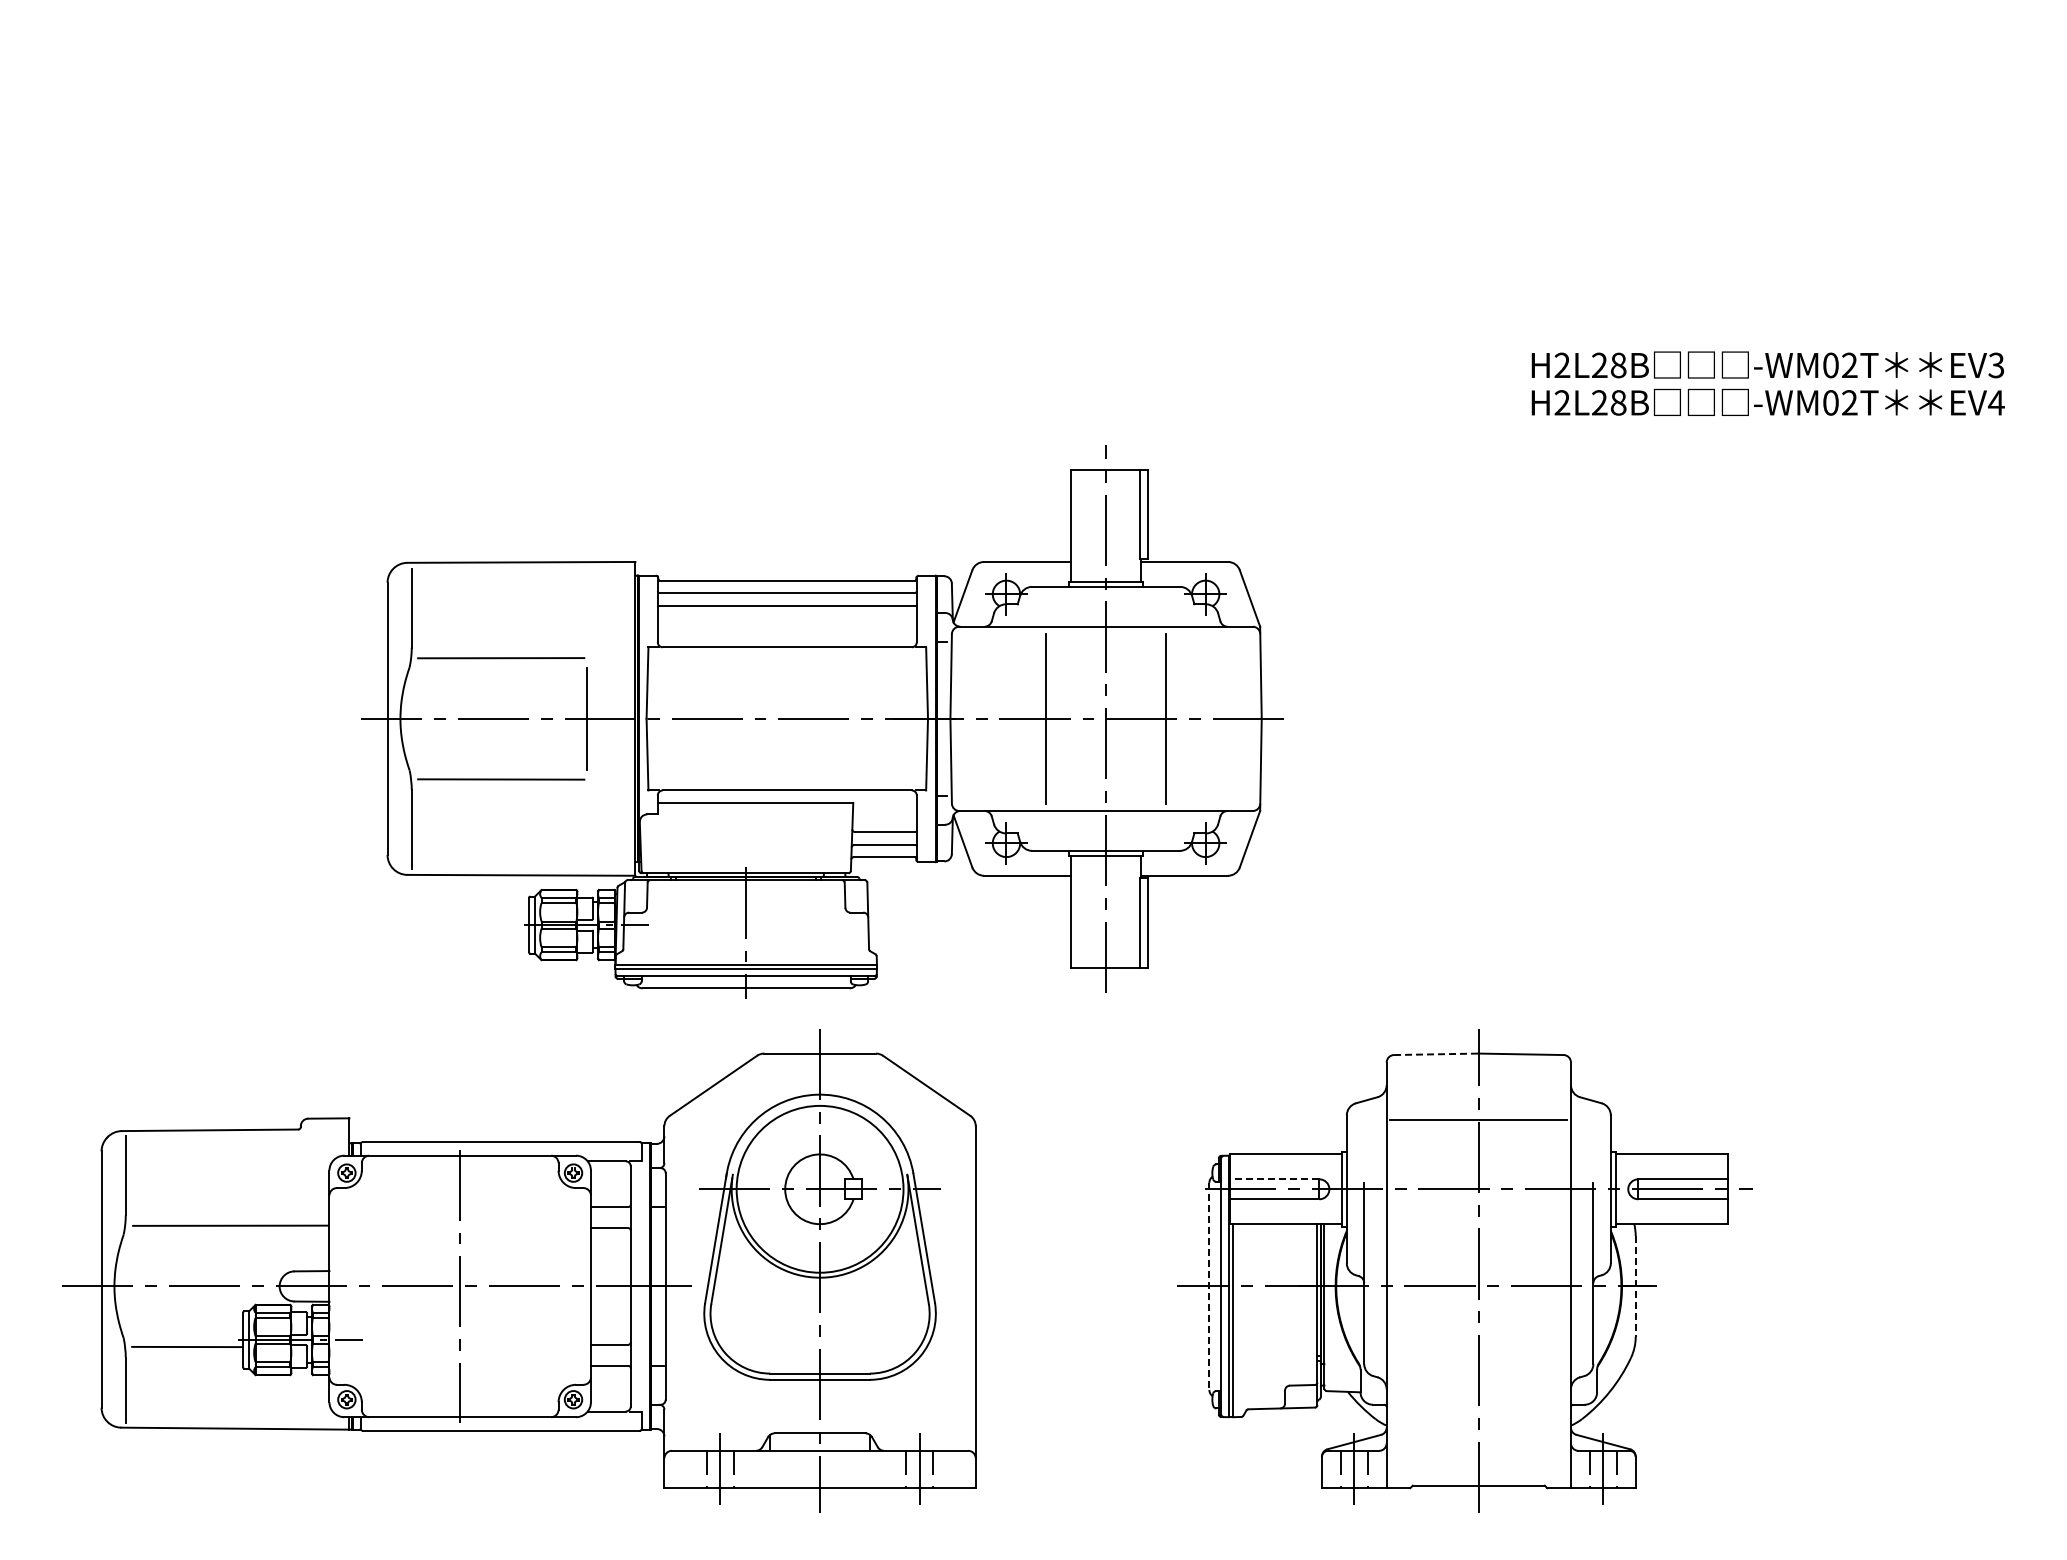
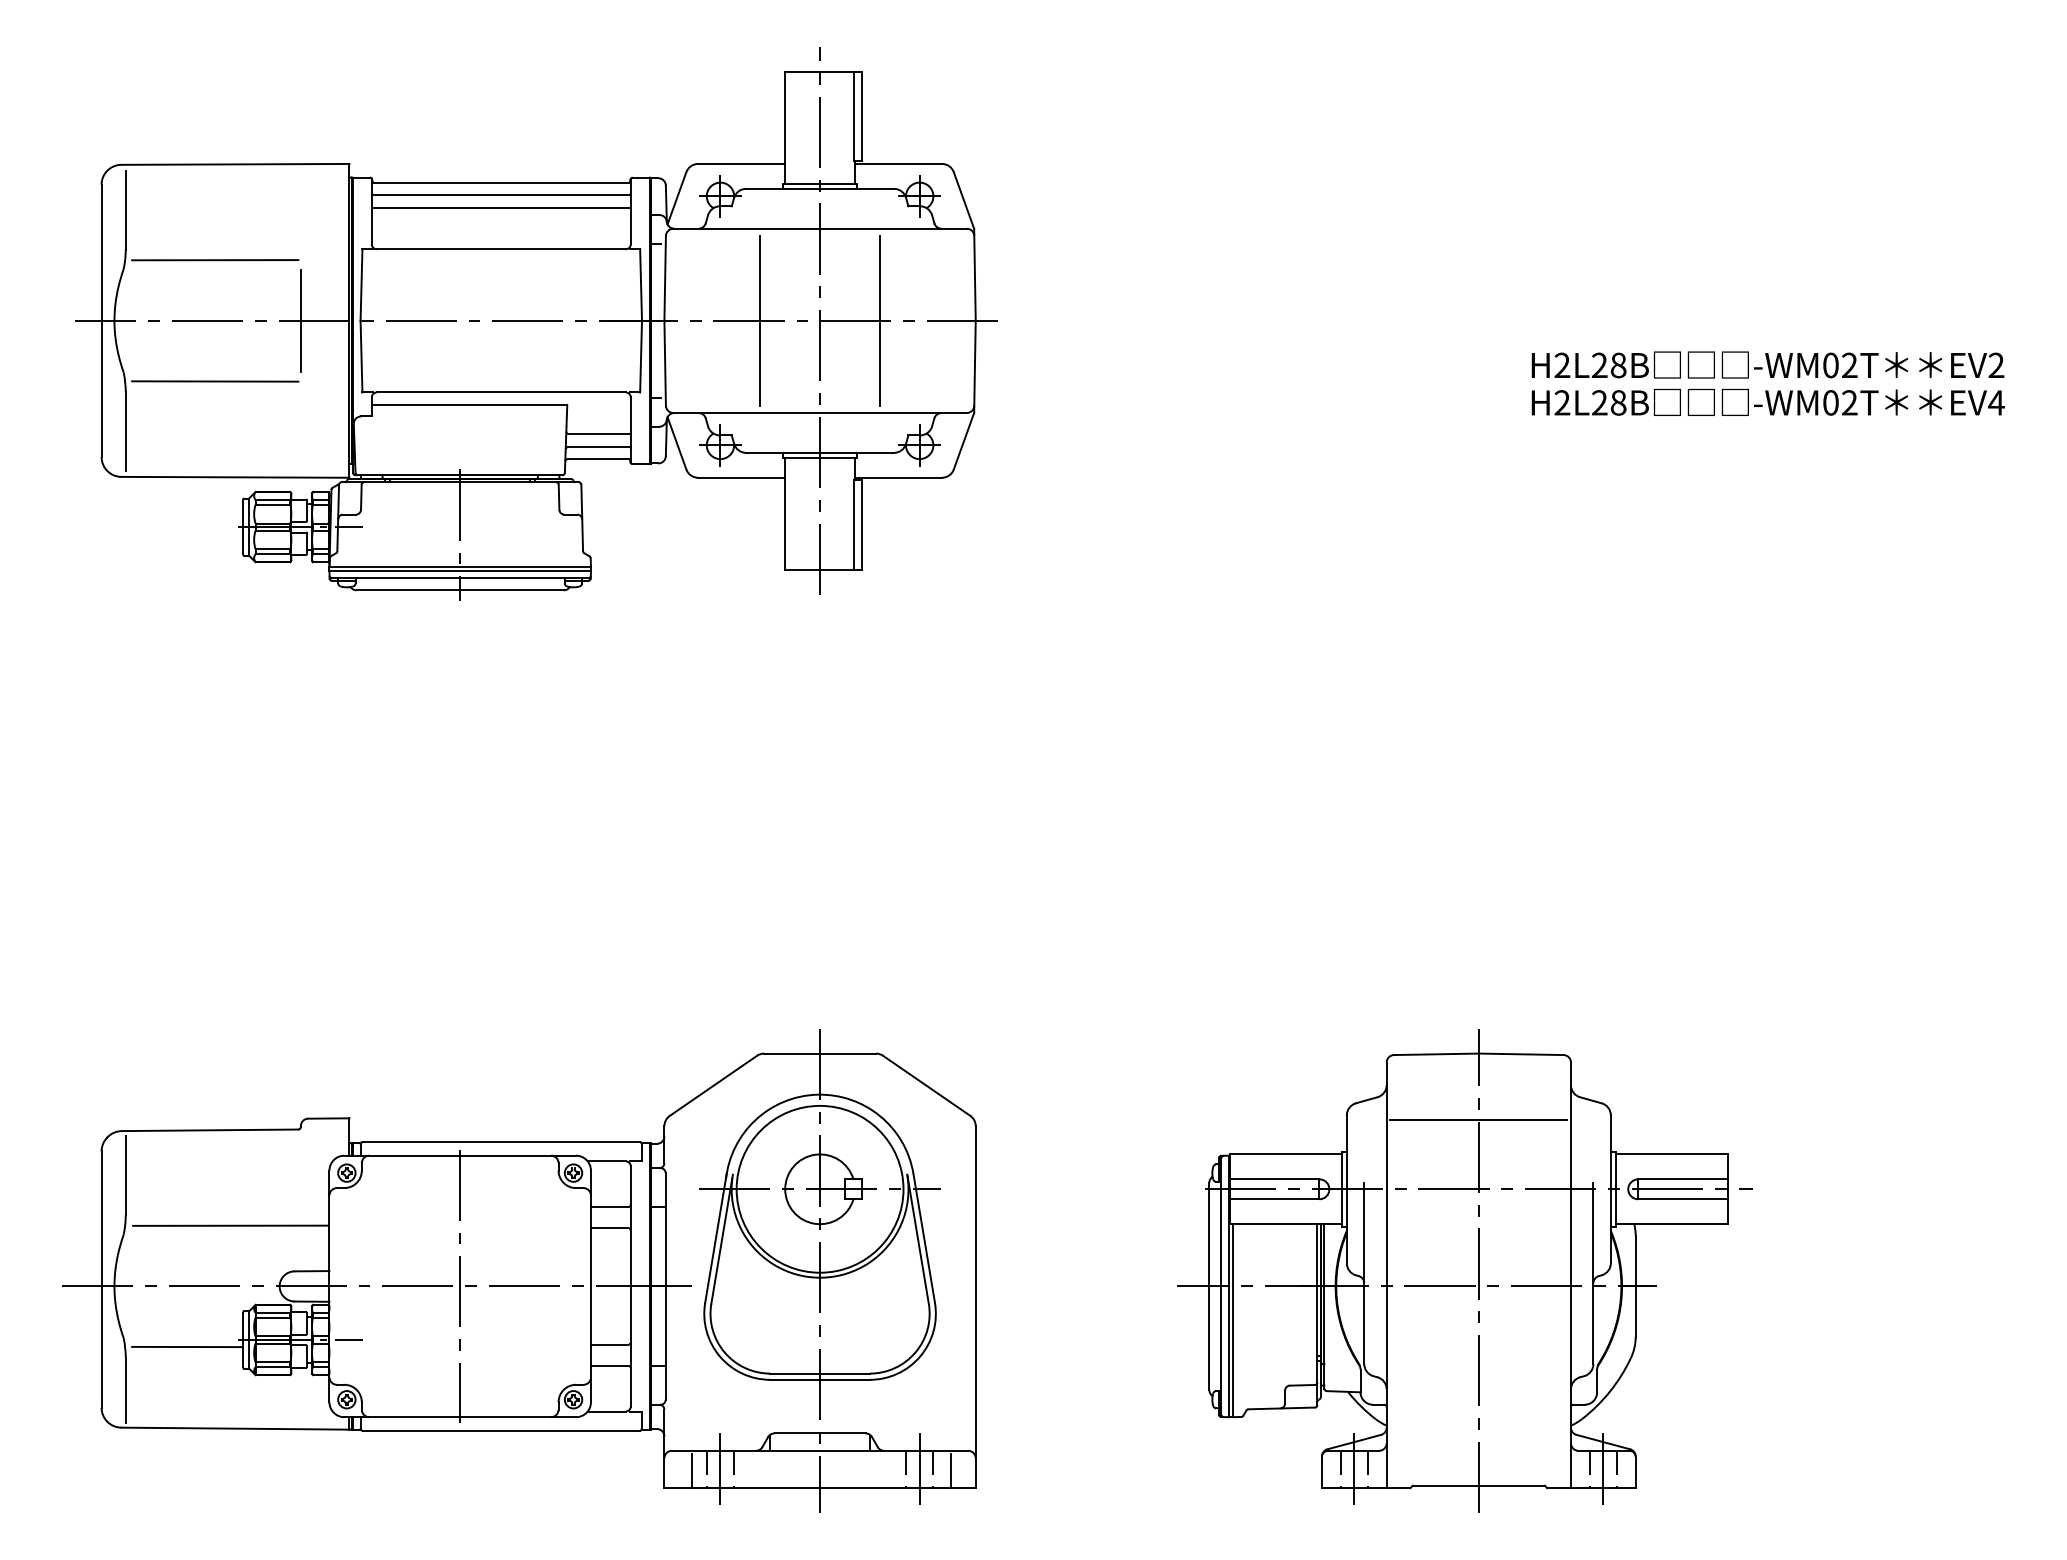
text at (1996, 365): EV3 -> EV2
part at (822, 721) position: (822, 721) -> (536, 323)
line at (1436, 1054): dashed -> solid
line at (1274, 1179): dashed -> solid
line at (1209, 1286): dashed -> solid
line at (1635, 1286): dashed -> solid
line at (691, 1471): none -> present
line at (950, 1471): none -> present
